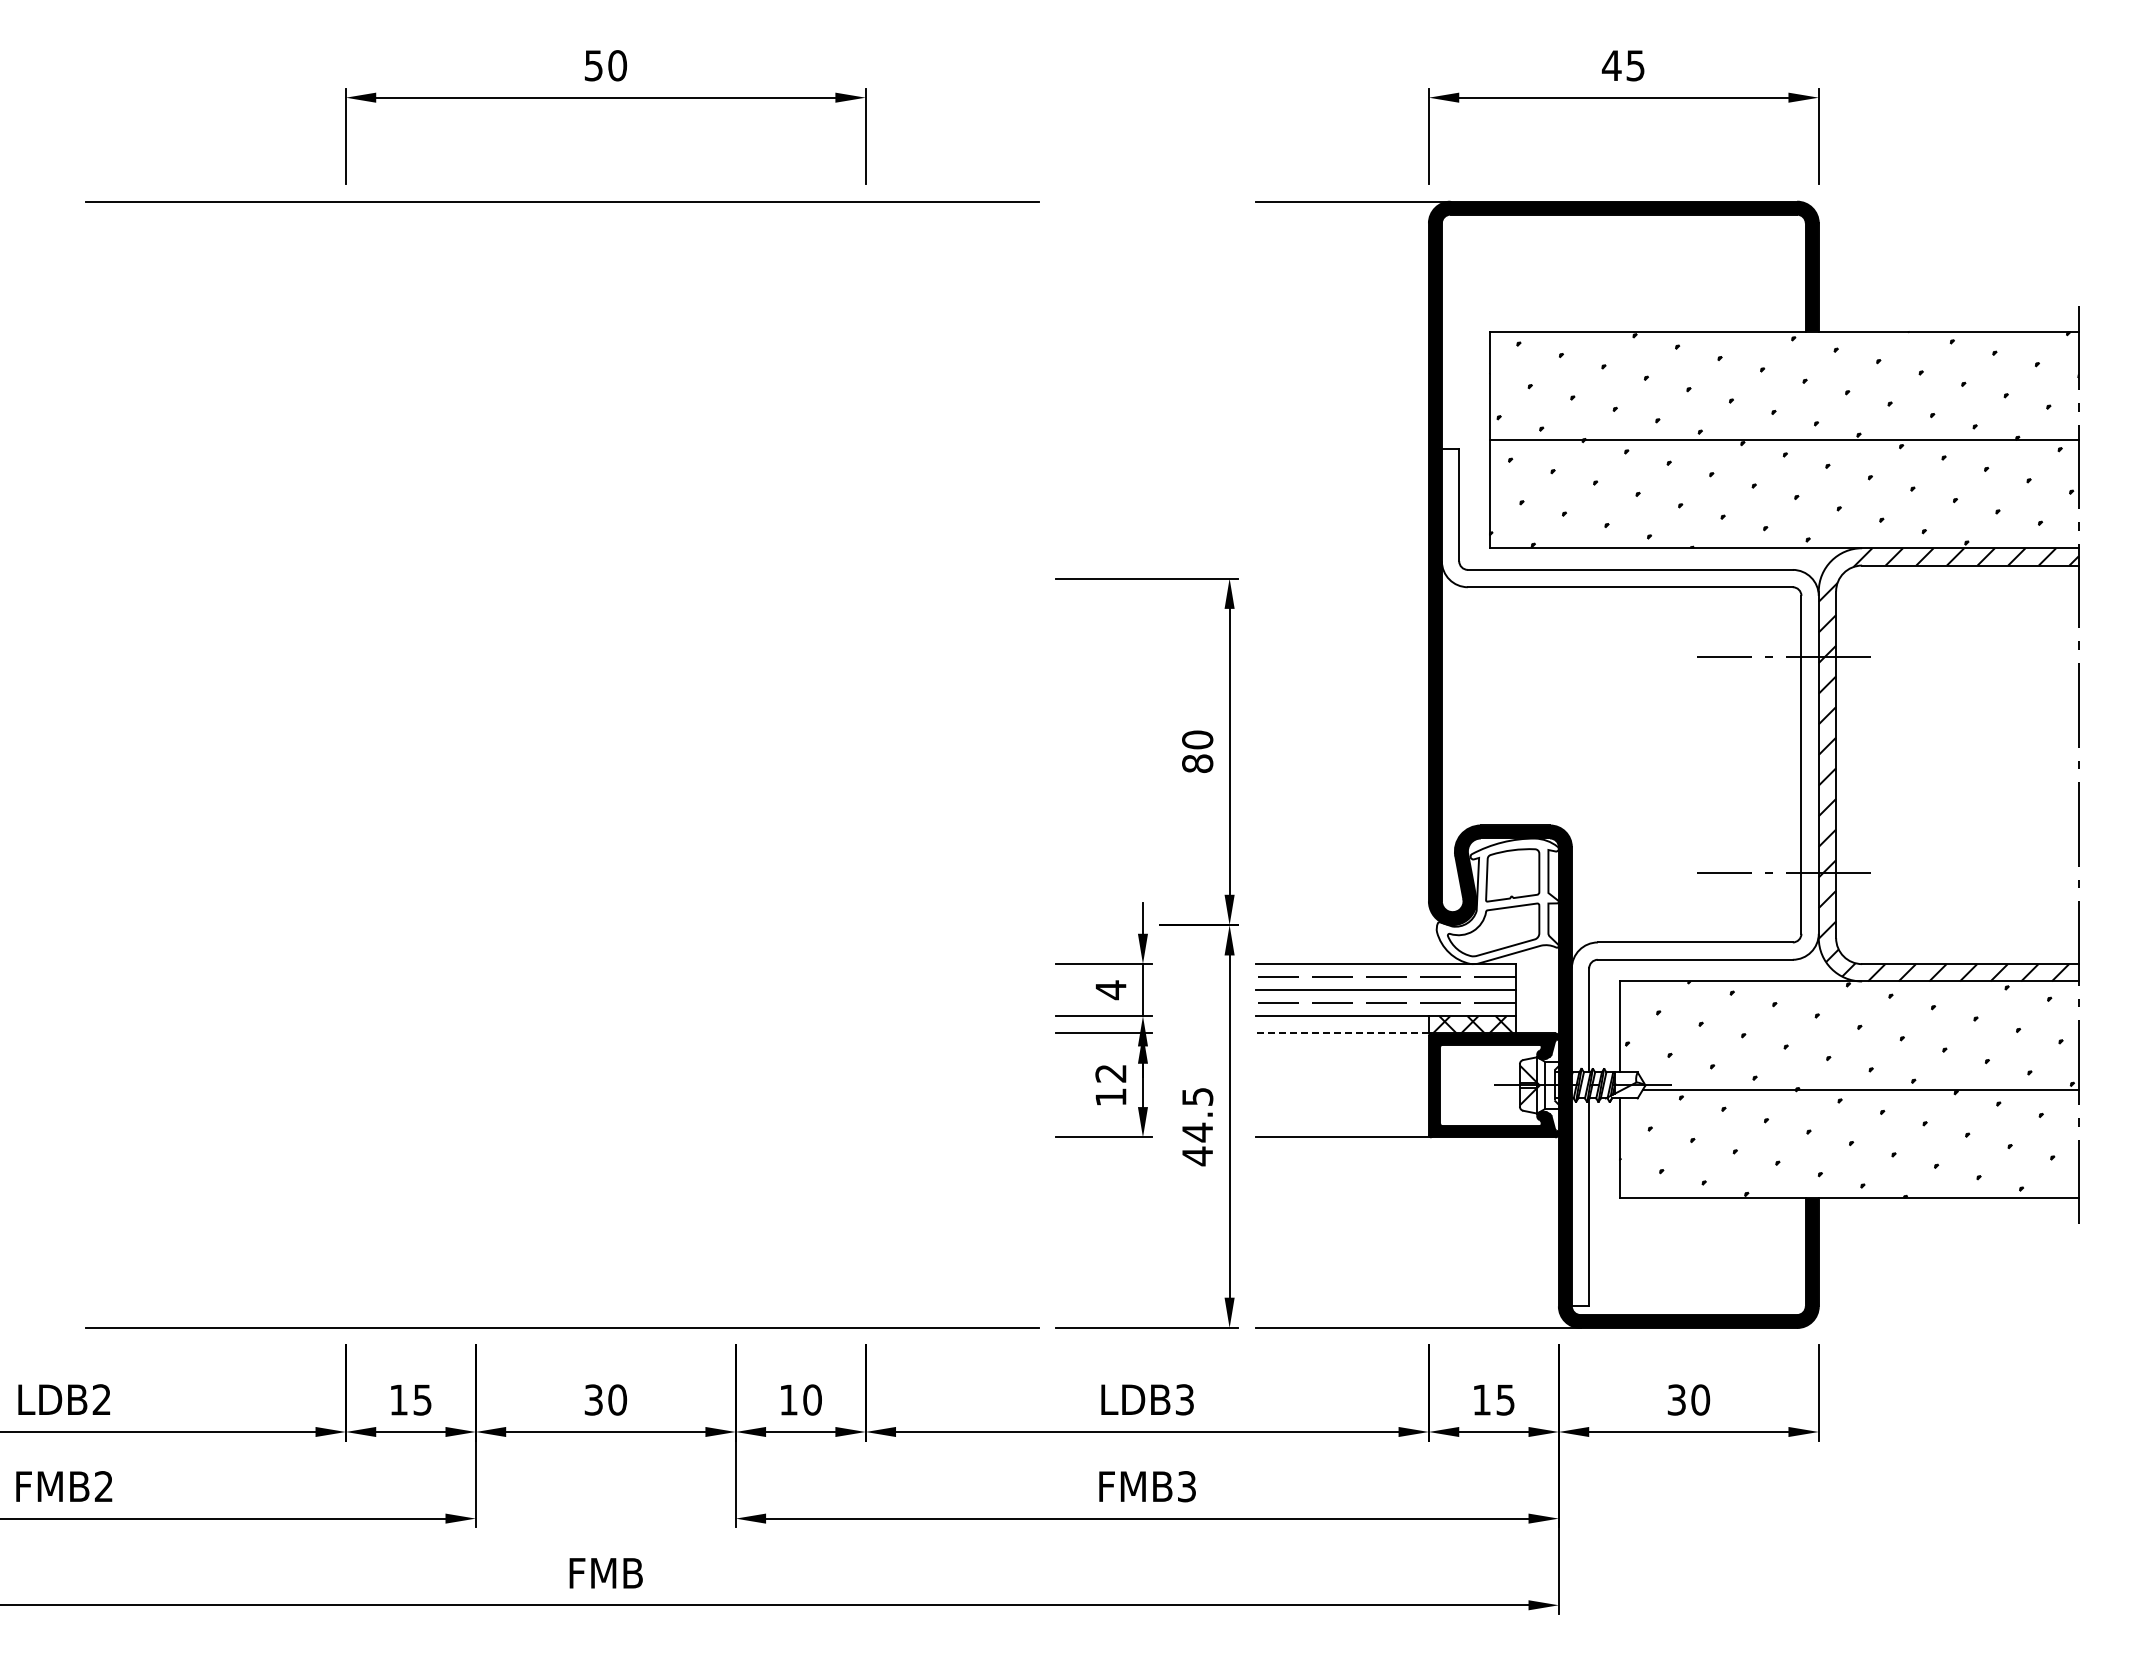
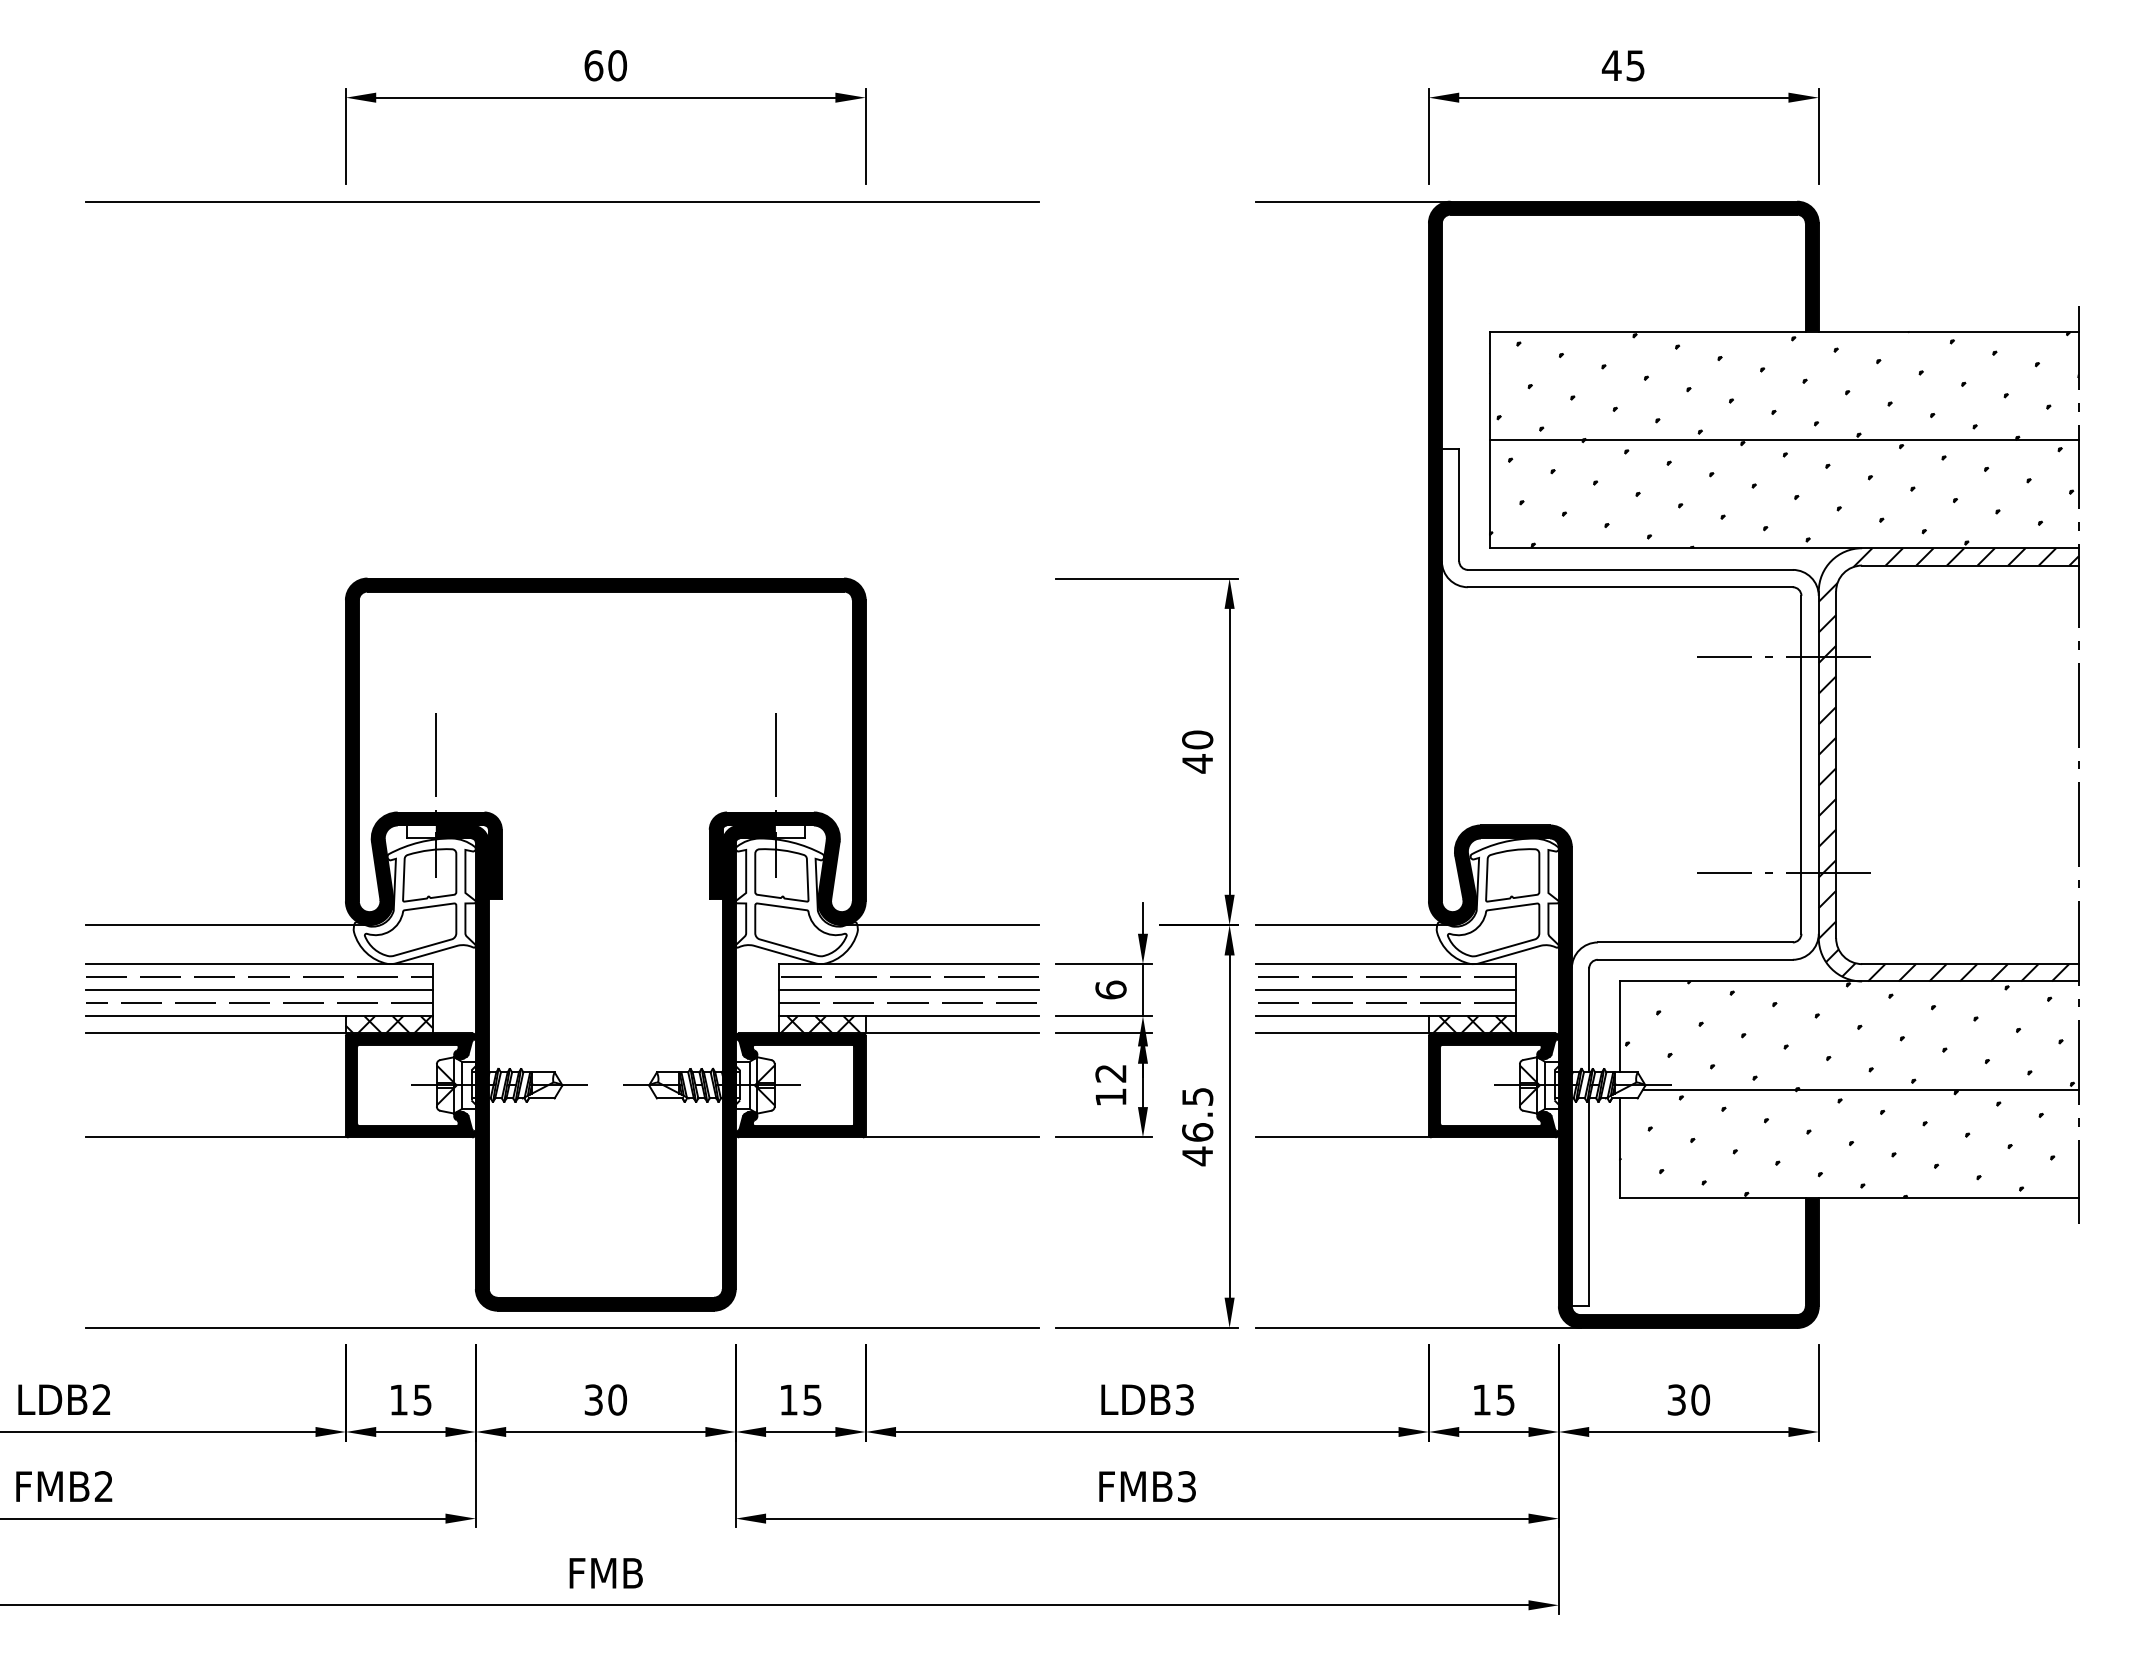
text at (593, 65): 50 -> 60
text at (1197, 763): 80 -> 40
line at (1353, 925): none -> present
part at (562, 944): none -> present
text at (1110, 990): 4 -> 6
line at (1342, 1033): dashed -> solid
text at (1197, 1132): 44.5 -> 46.5
text at (812, 1399): 10 -> 15
